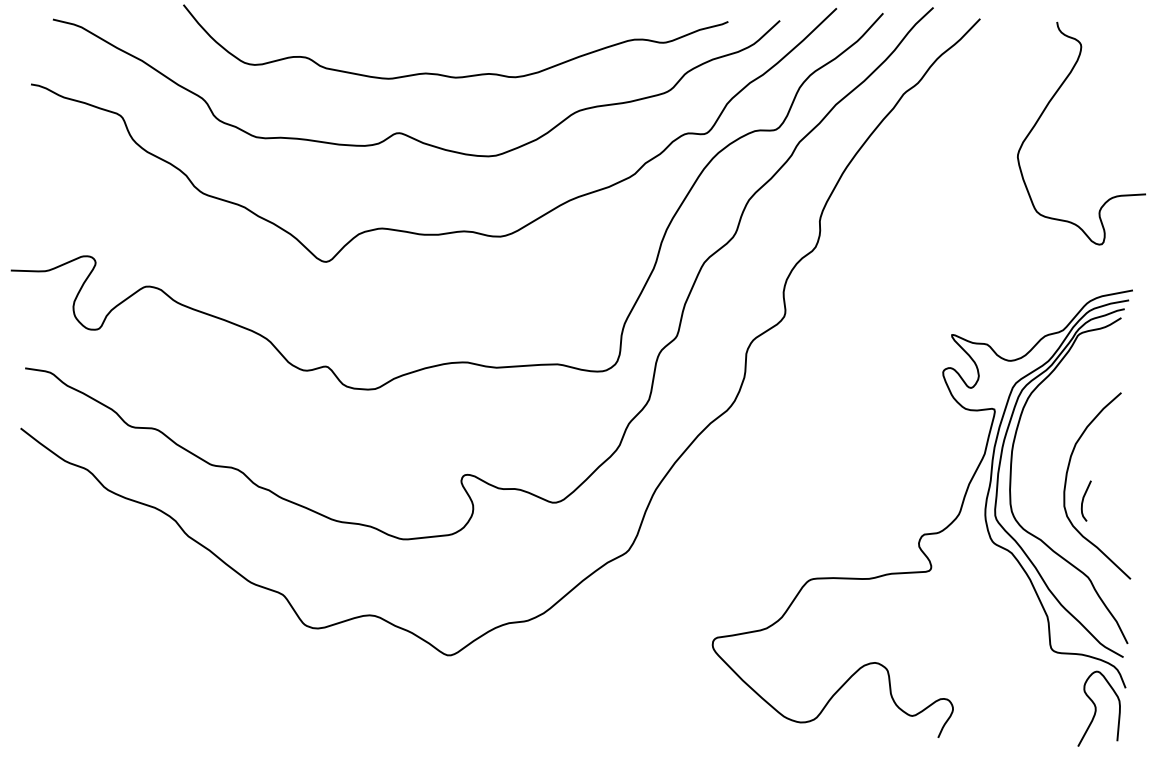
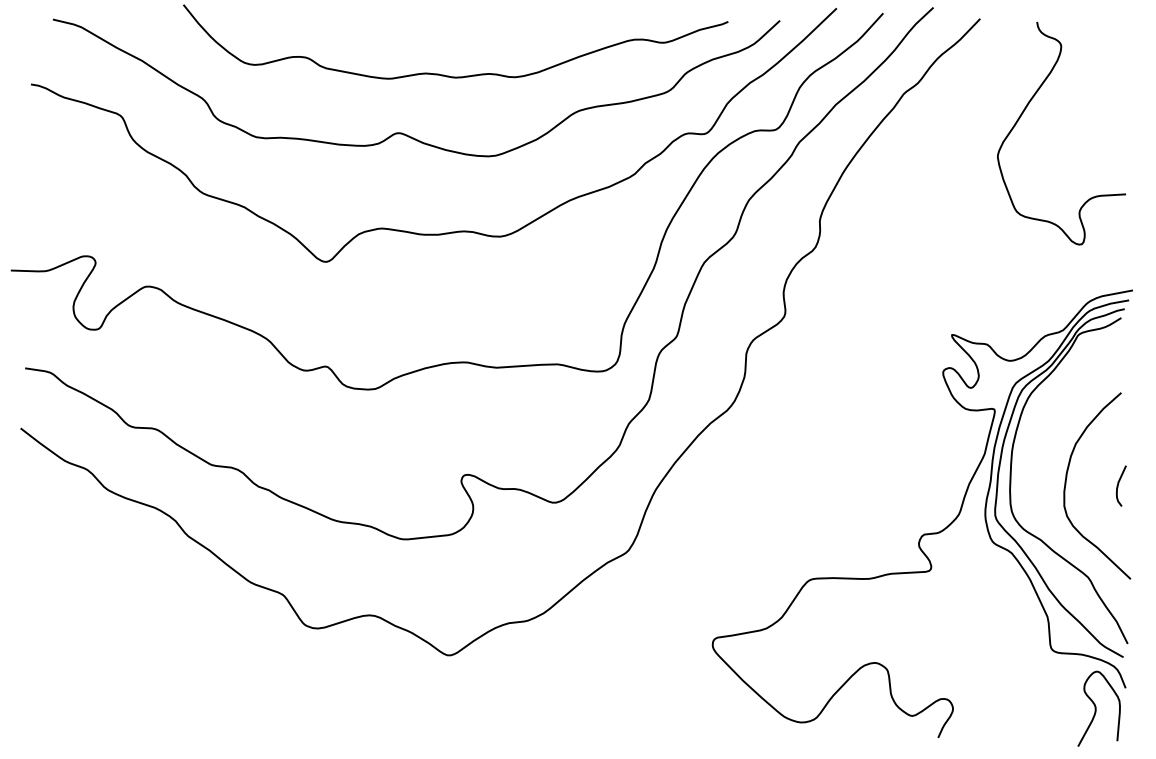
curve at (1045, 110) position: (1045, 110) -> (1025, 110)
curve at (1083, 500) position: (1083, 500) -> (1118, 485)
